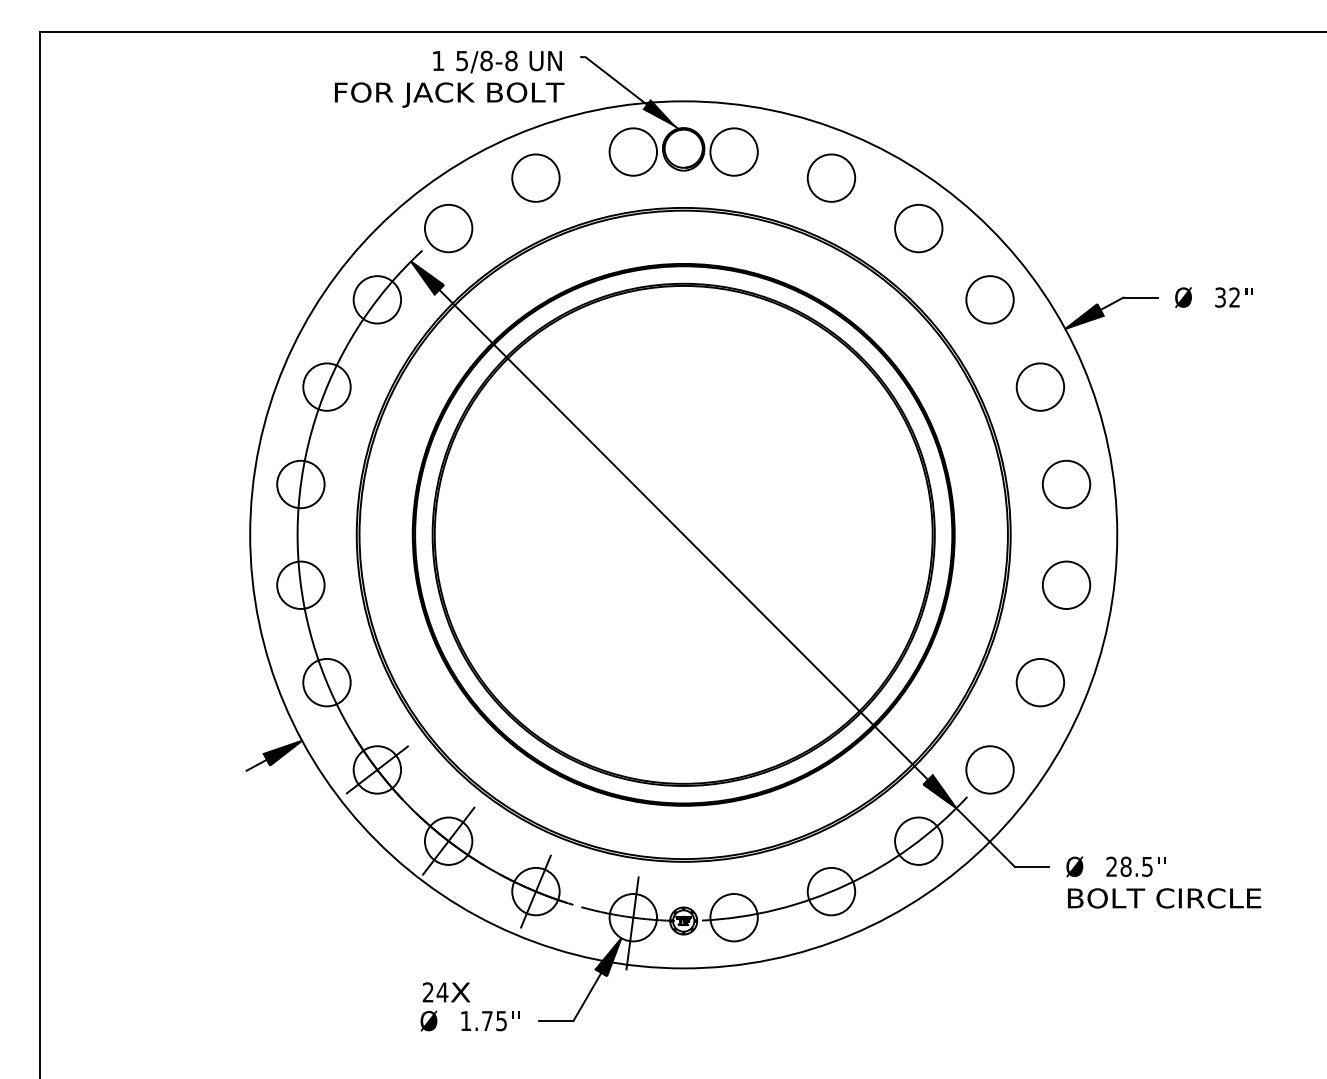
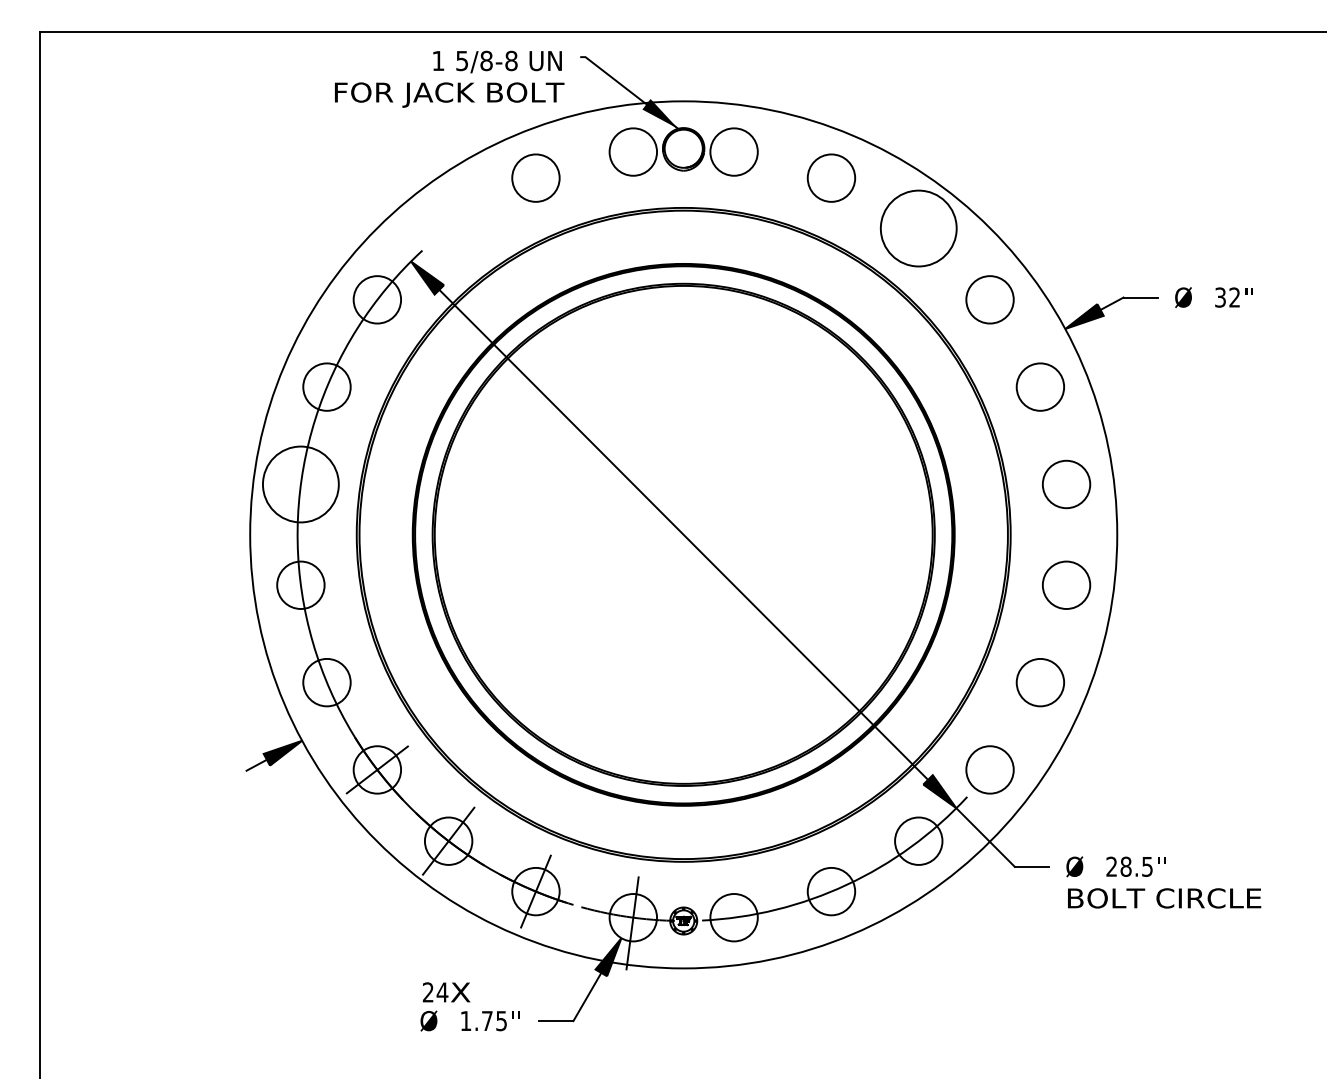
circle at (448, 228): present -> none
circle at (918, 228) diameter: 47 px -> 76 px
circle at (300, 484) diameter: 47 px -> 76 px
